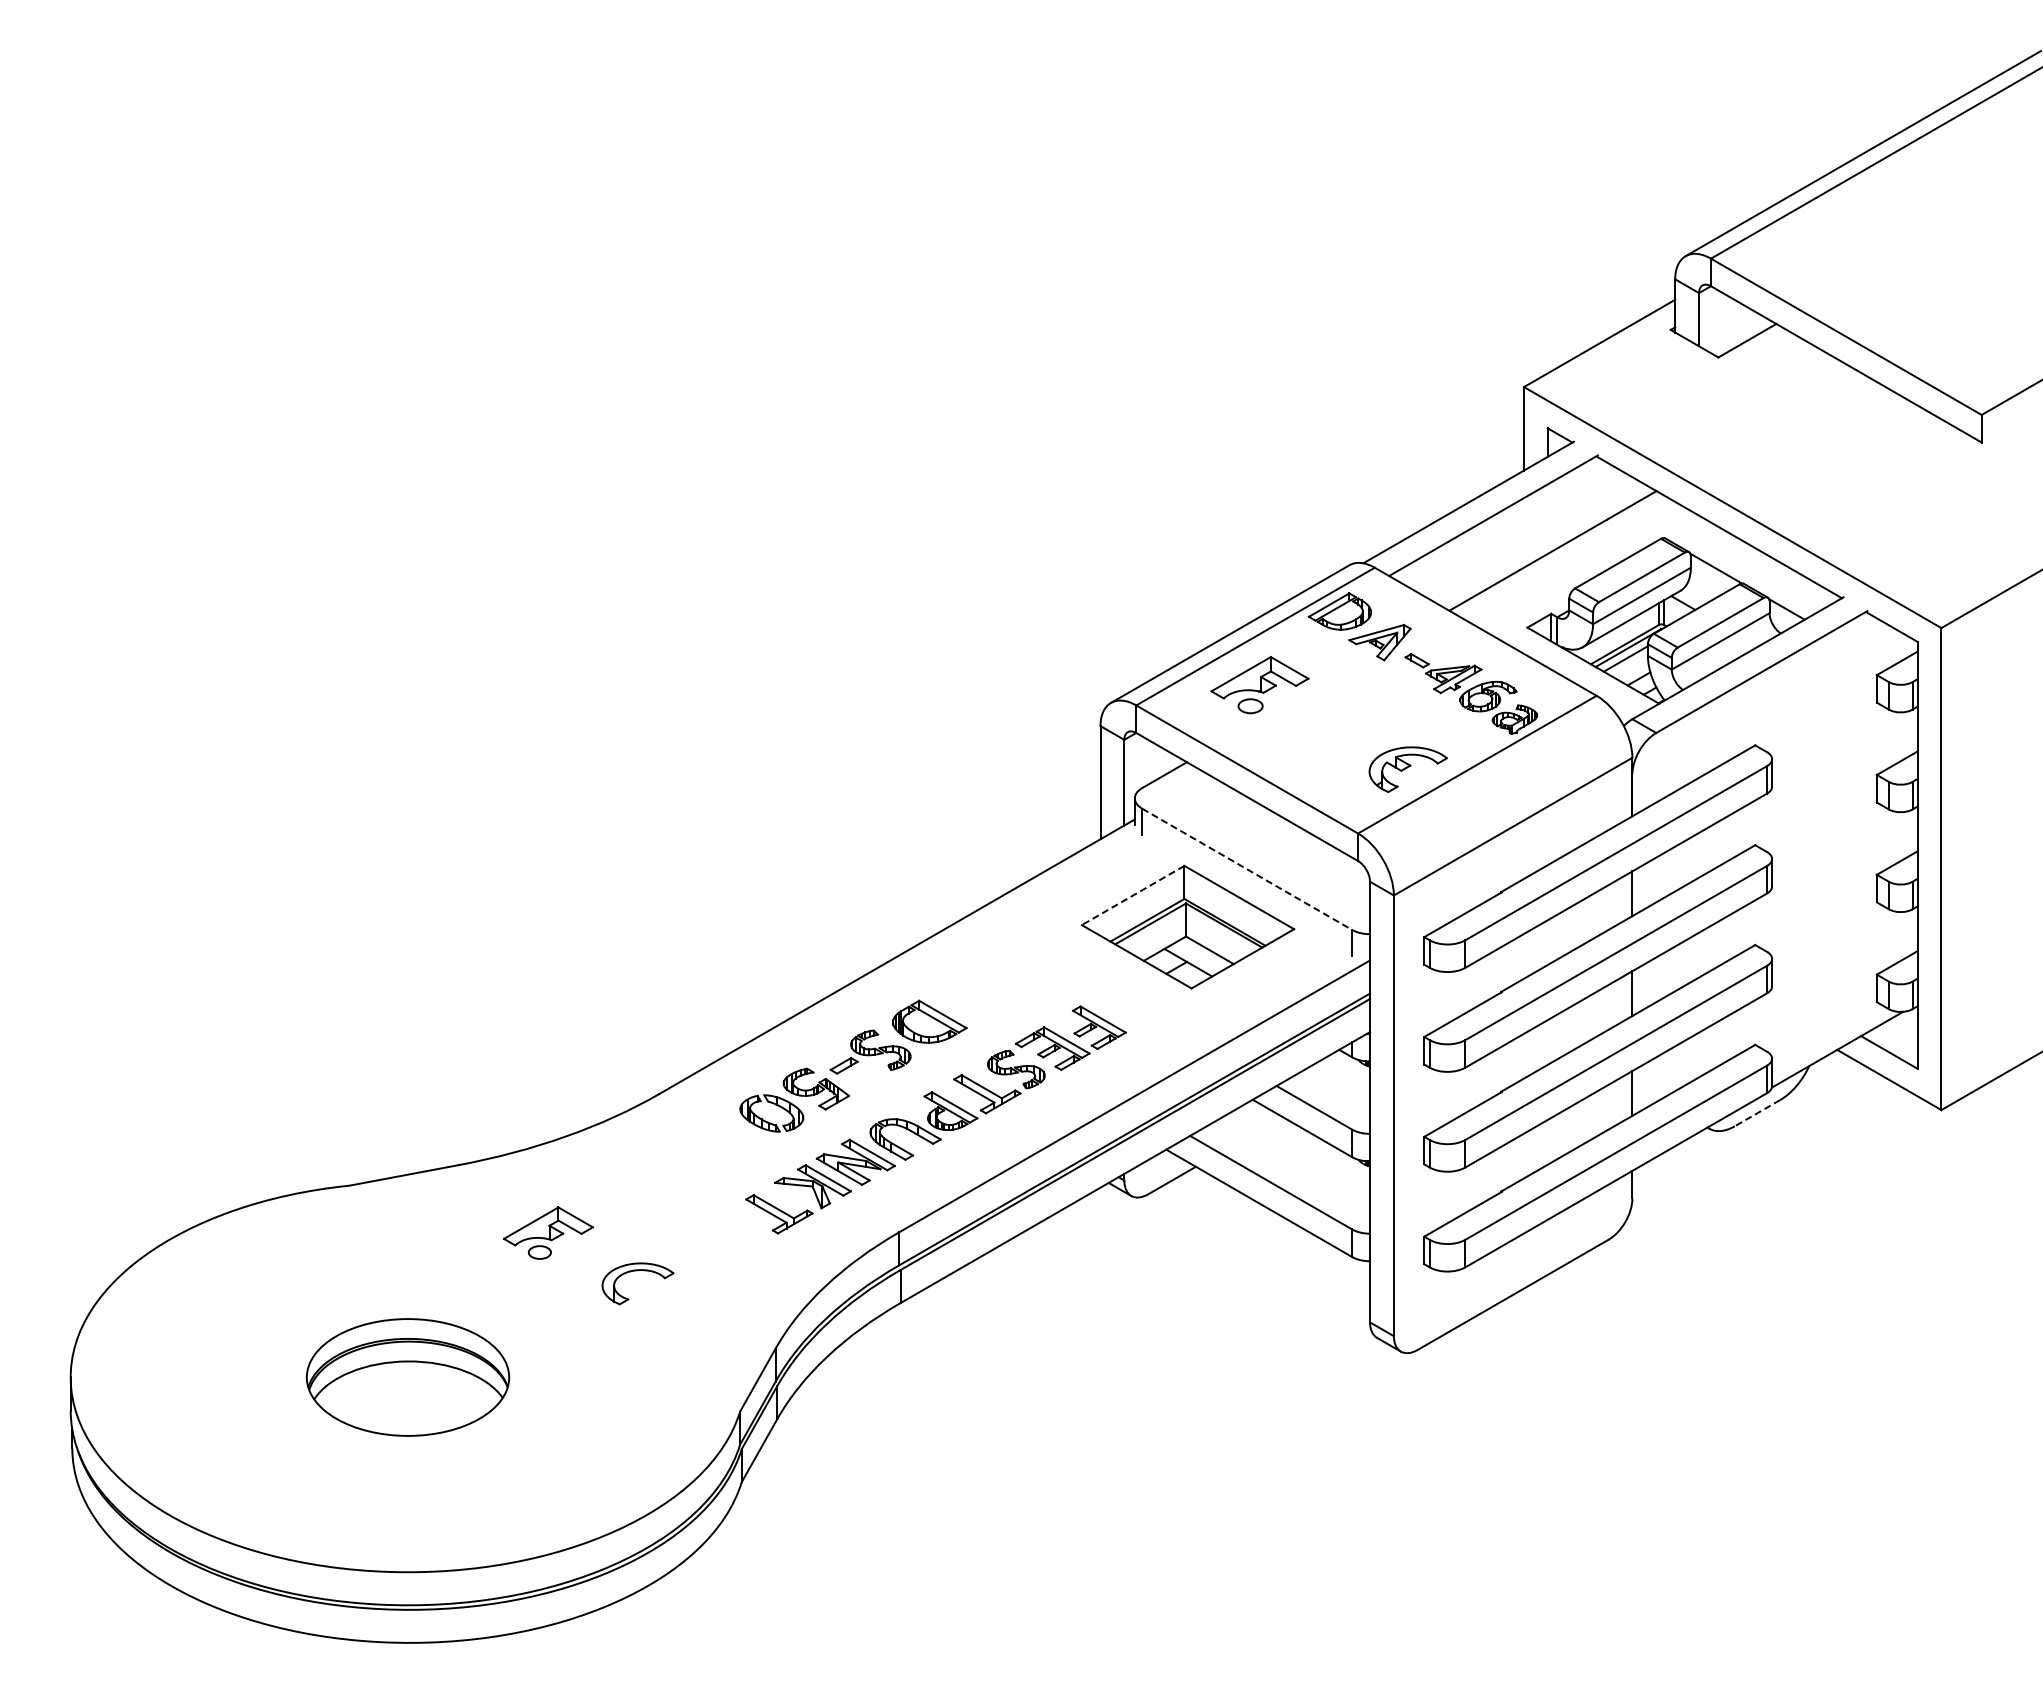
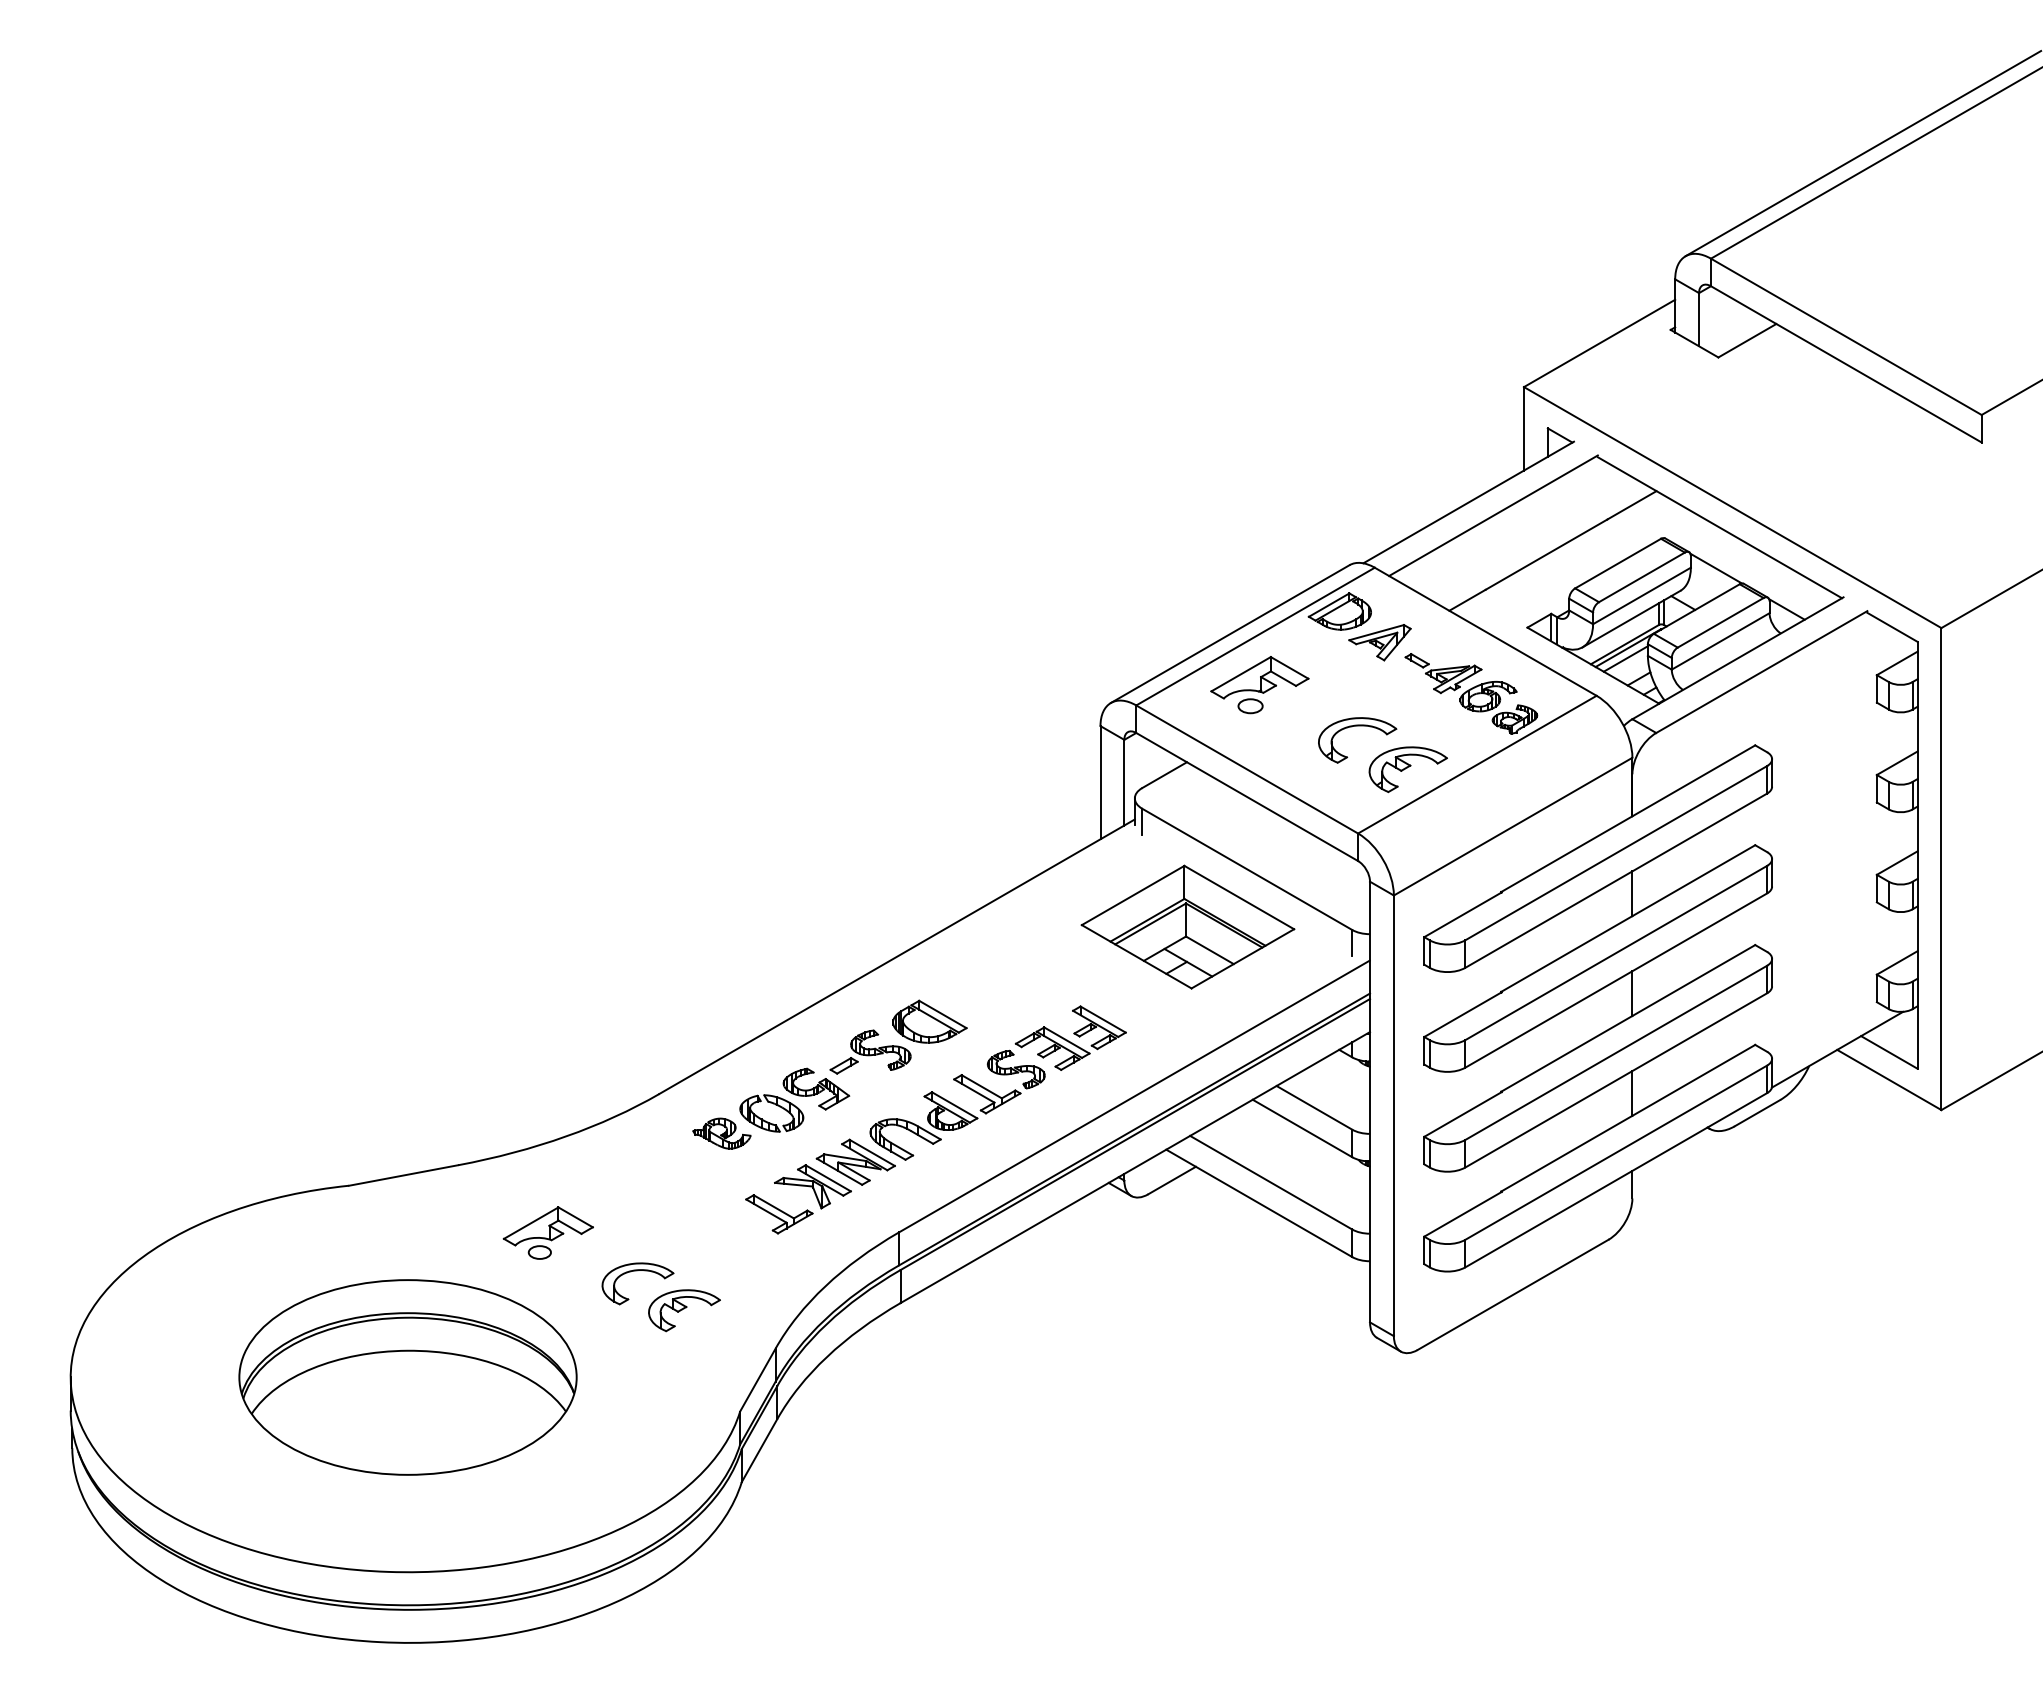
part at (1352, 727): none -> present
line at (1247, 869): dashed -> solid
line at (1132, 895): dashed -> solid
line at (1757, 1113): dashed -> solid
part at (721, 1133): none -> present
part at (684, 1310): none -> present
part at (407, 1377) size: 206x119 px -> 340x197 px
